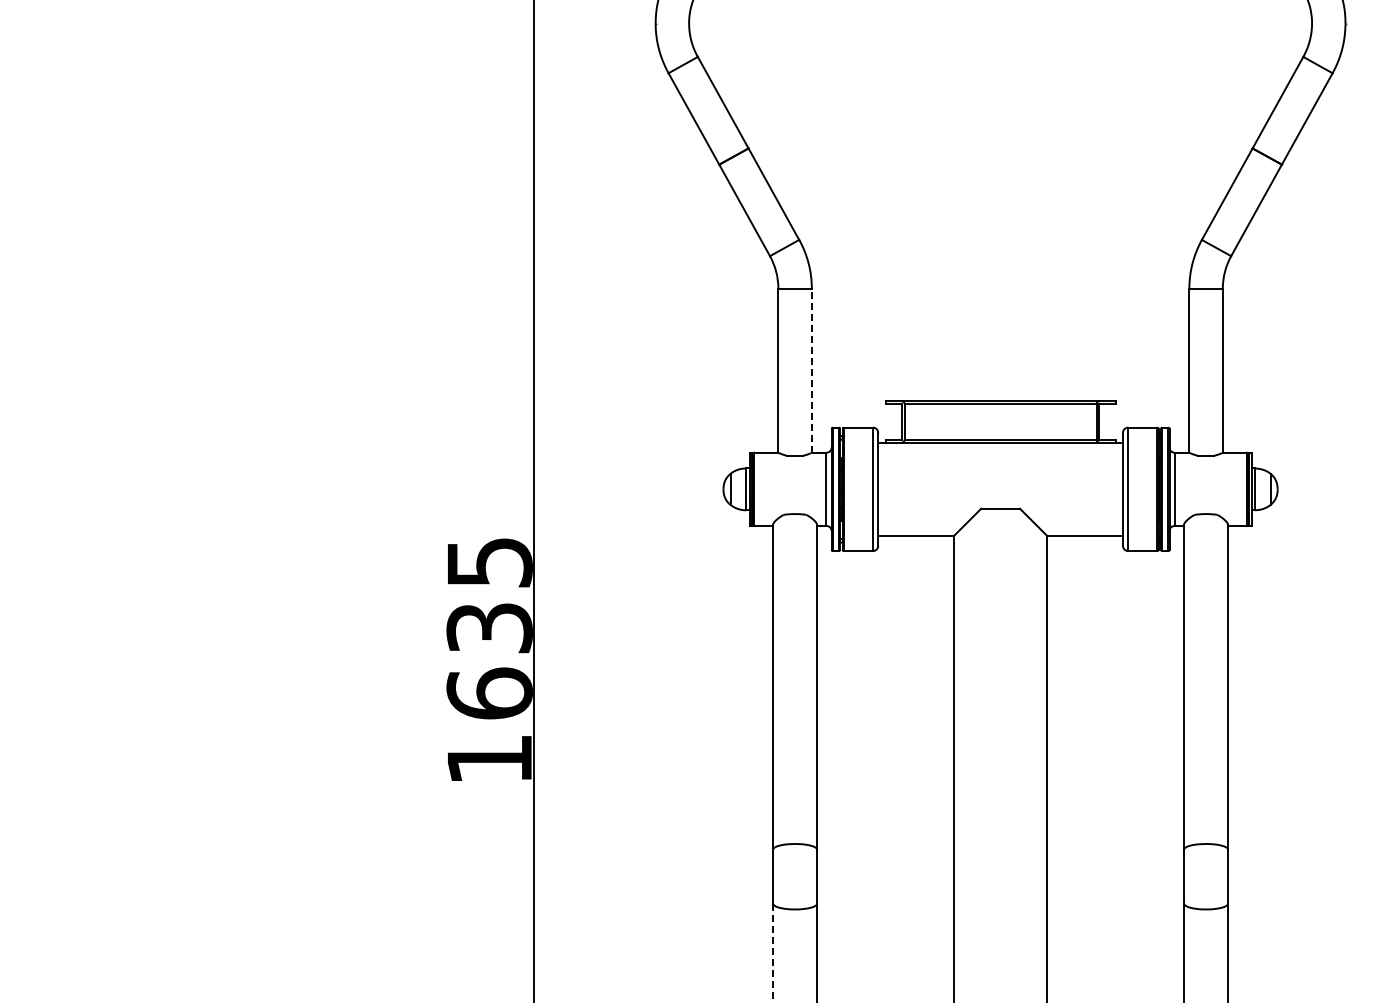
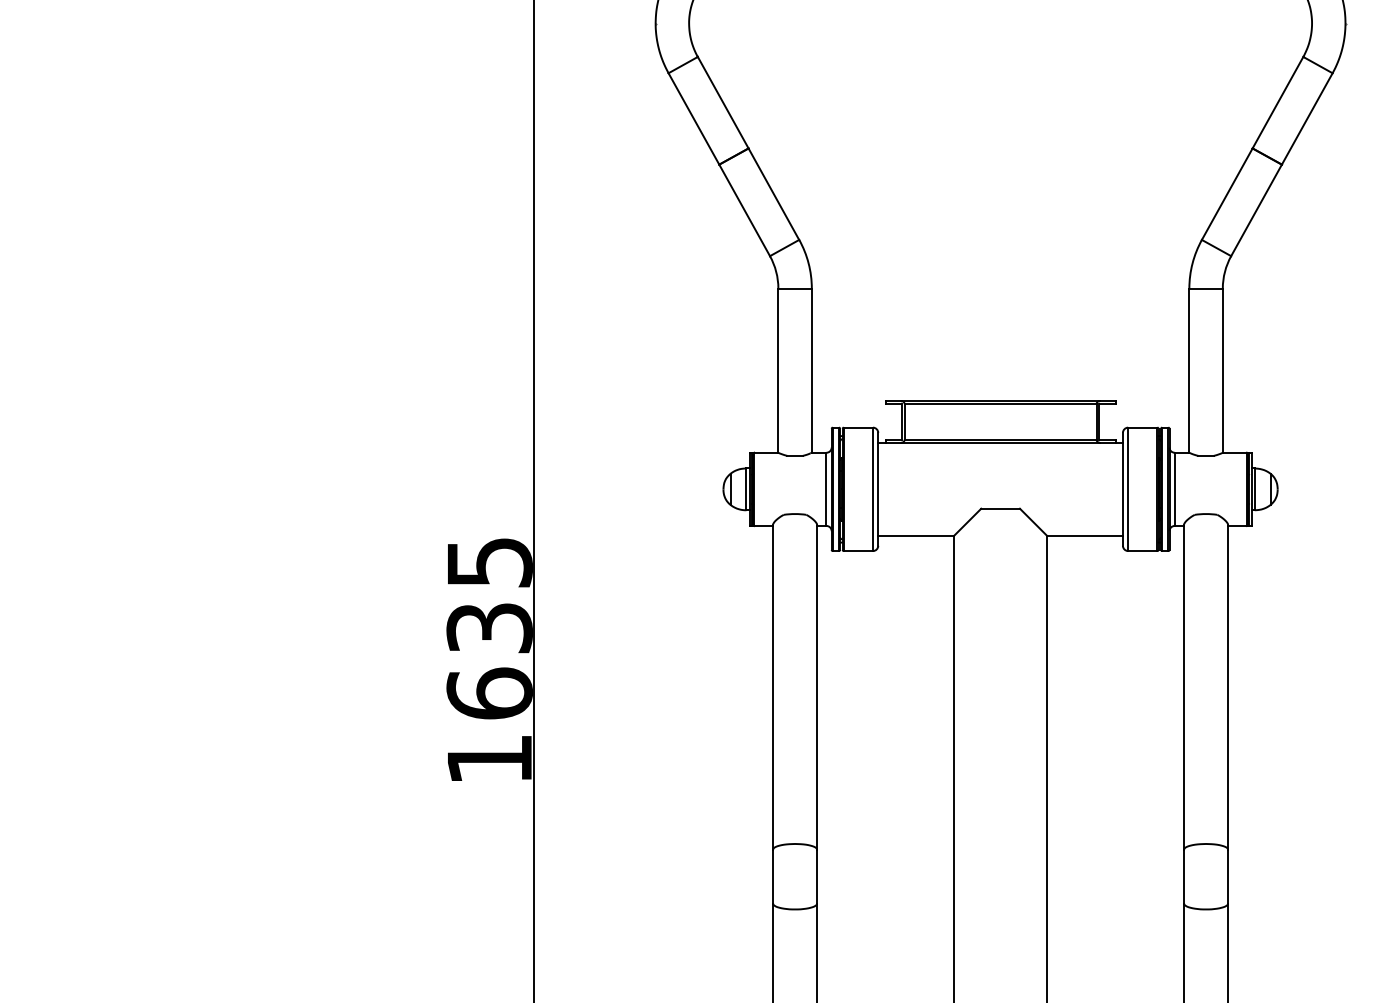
line at (811, 370): dashed -> solid
line at (773, 953): dashed -> solid
